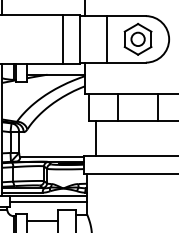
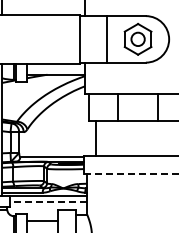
line at (63, 38): present -> none
line at (131, 174): solid -> dashed
line at (48, 201): solid -> dashed
